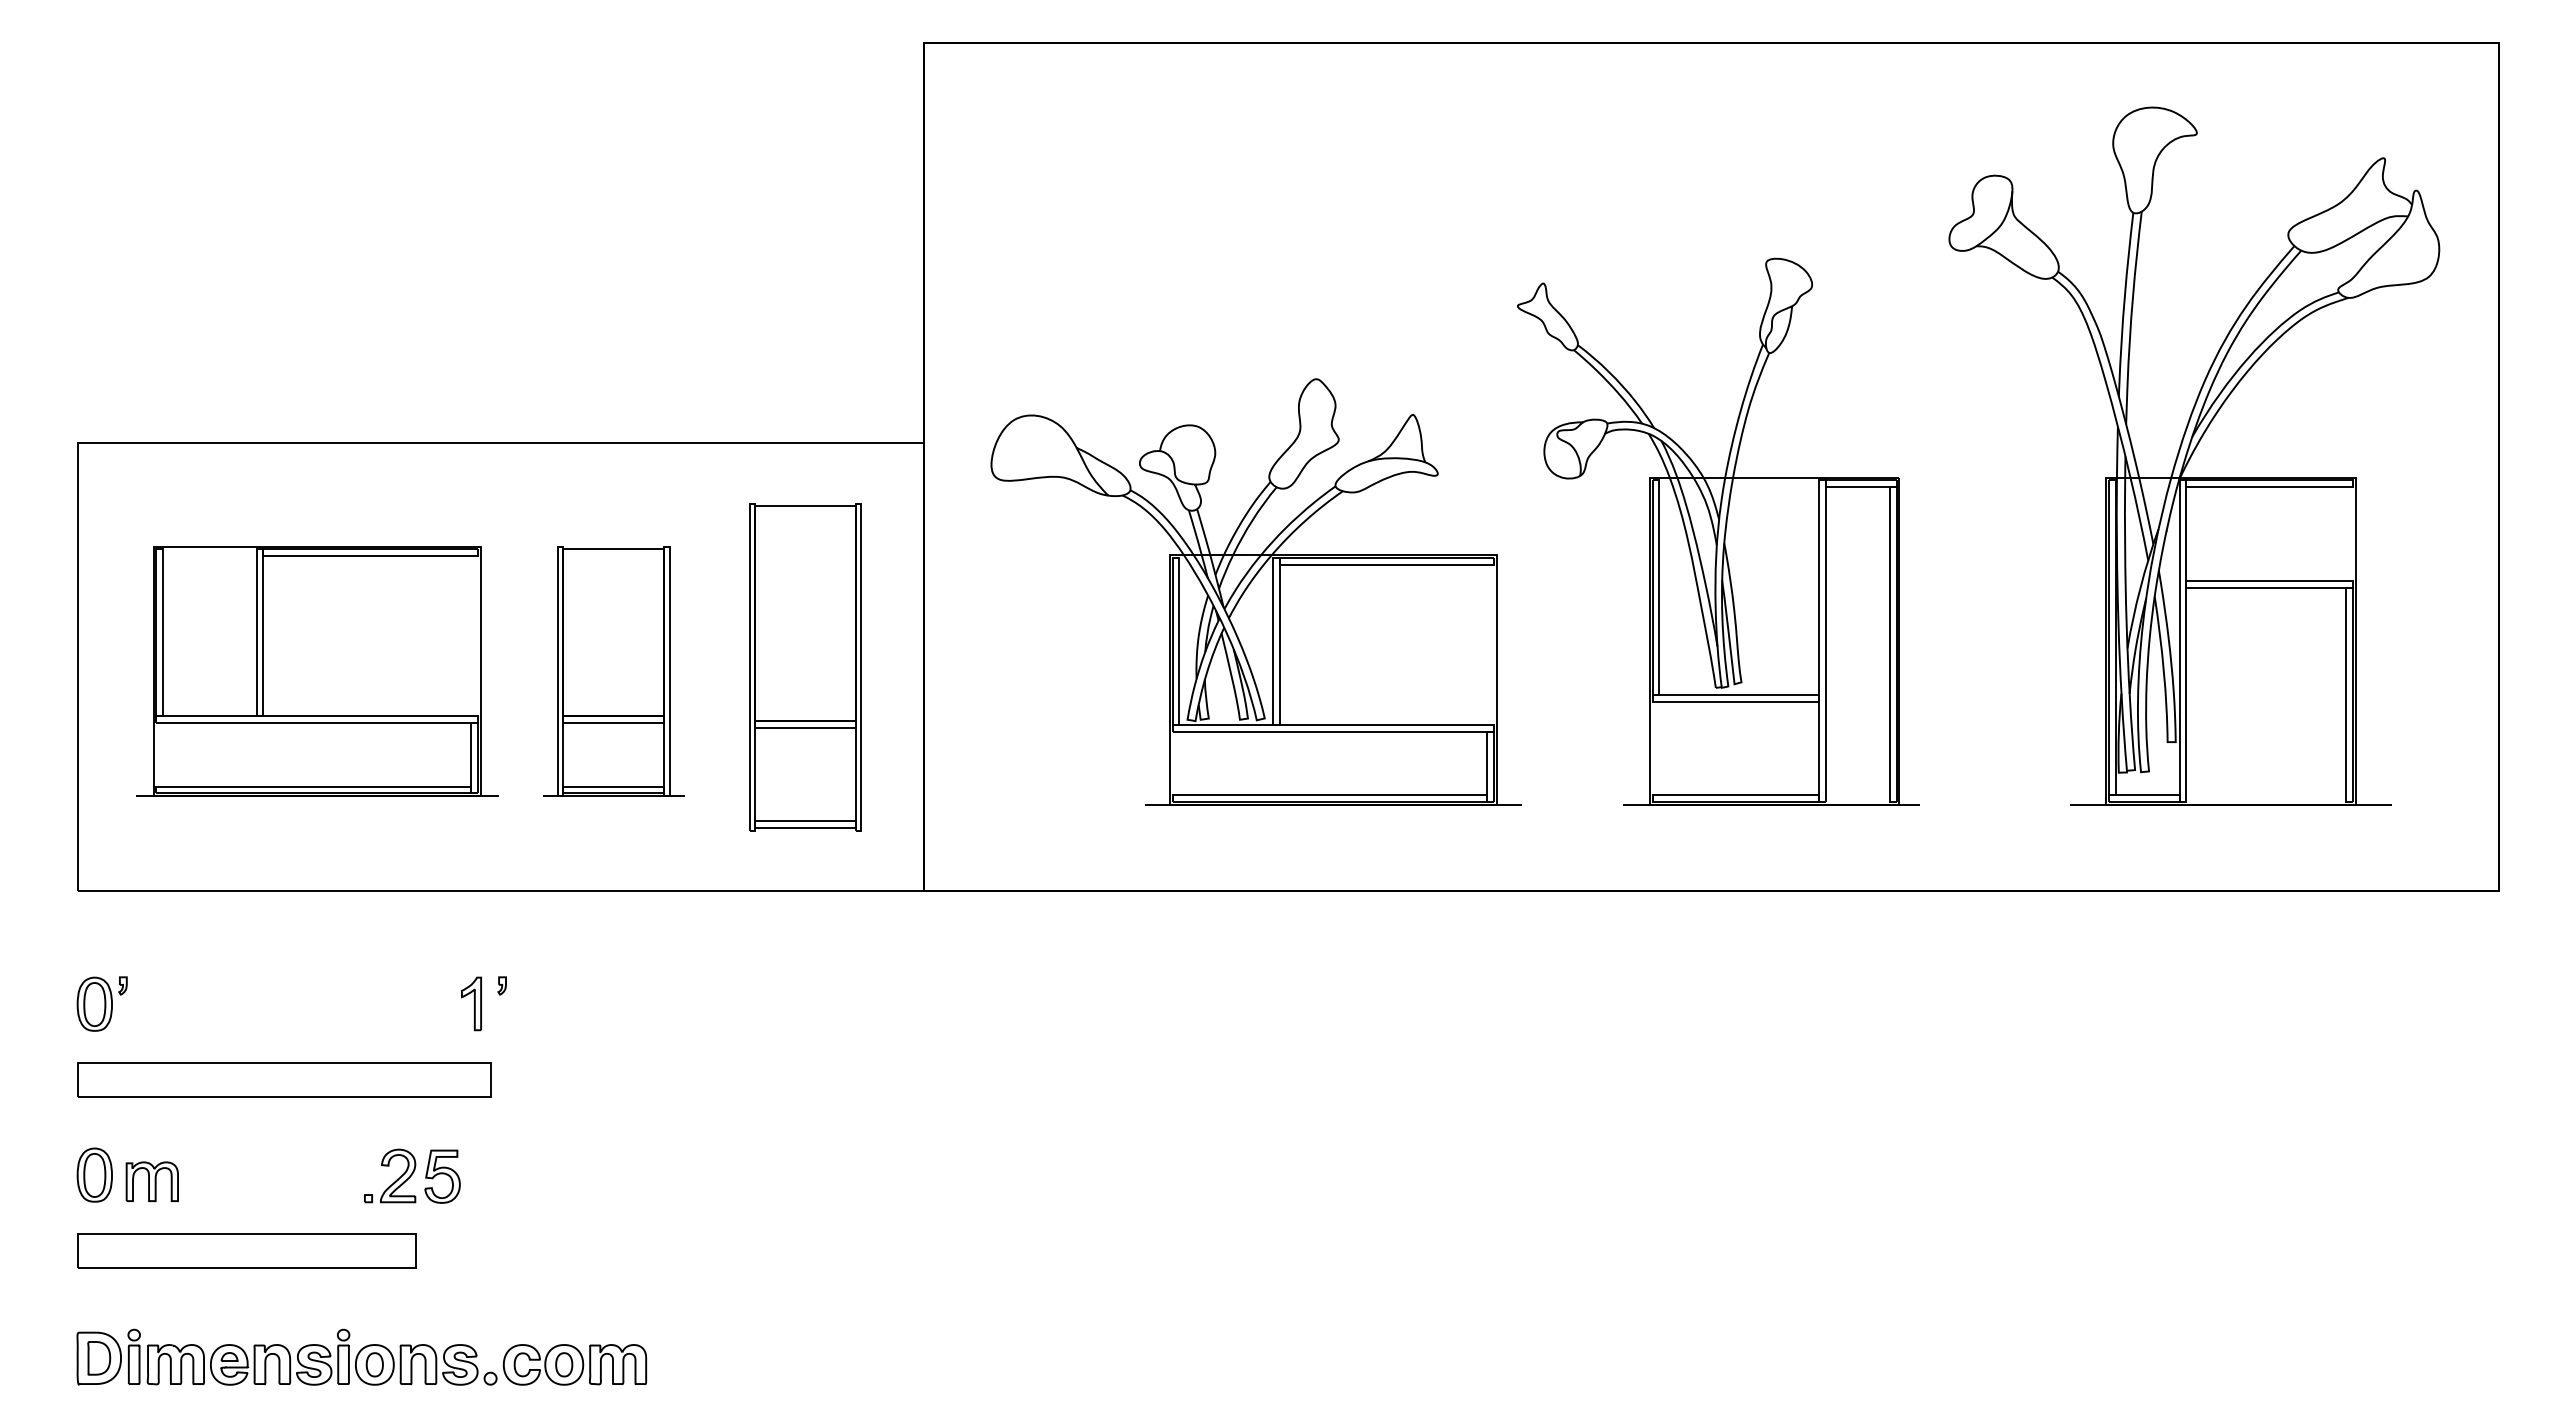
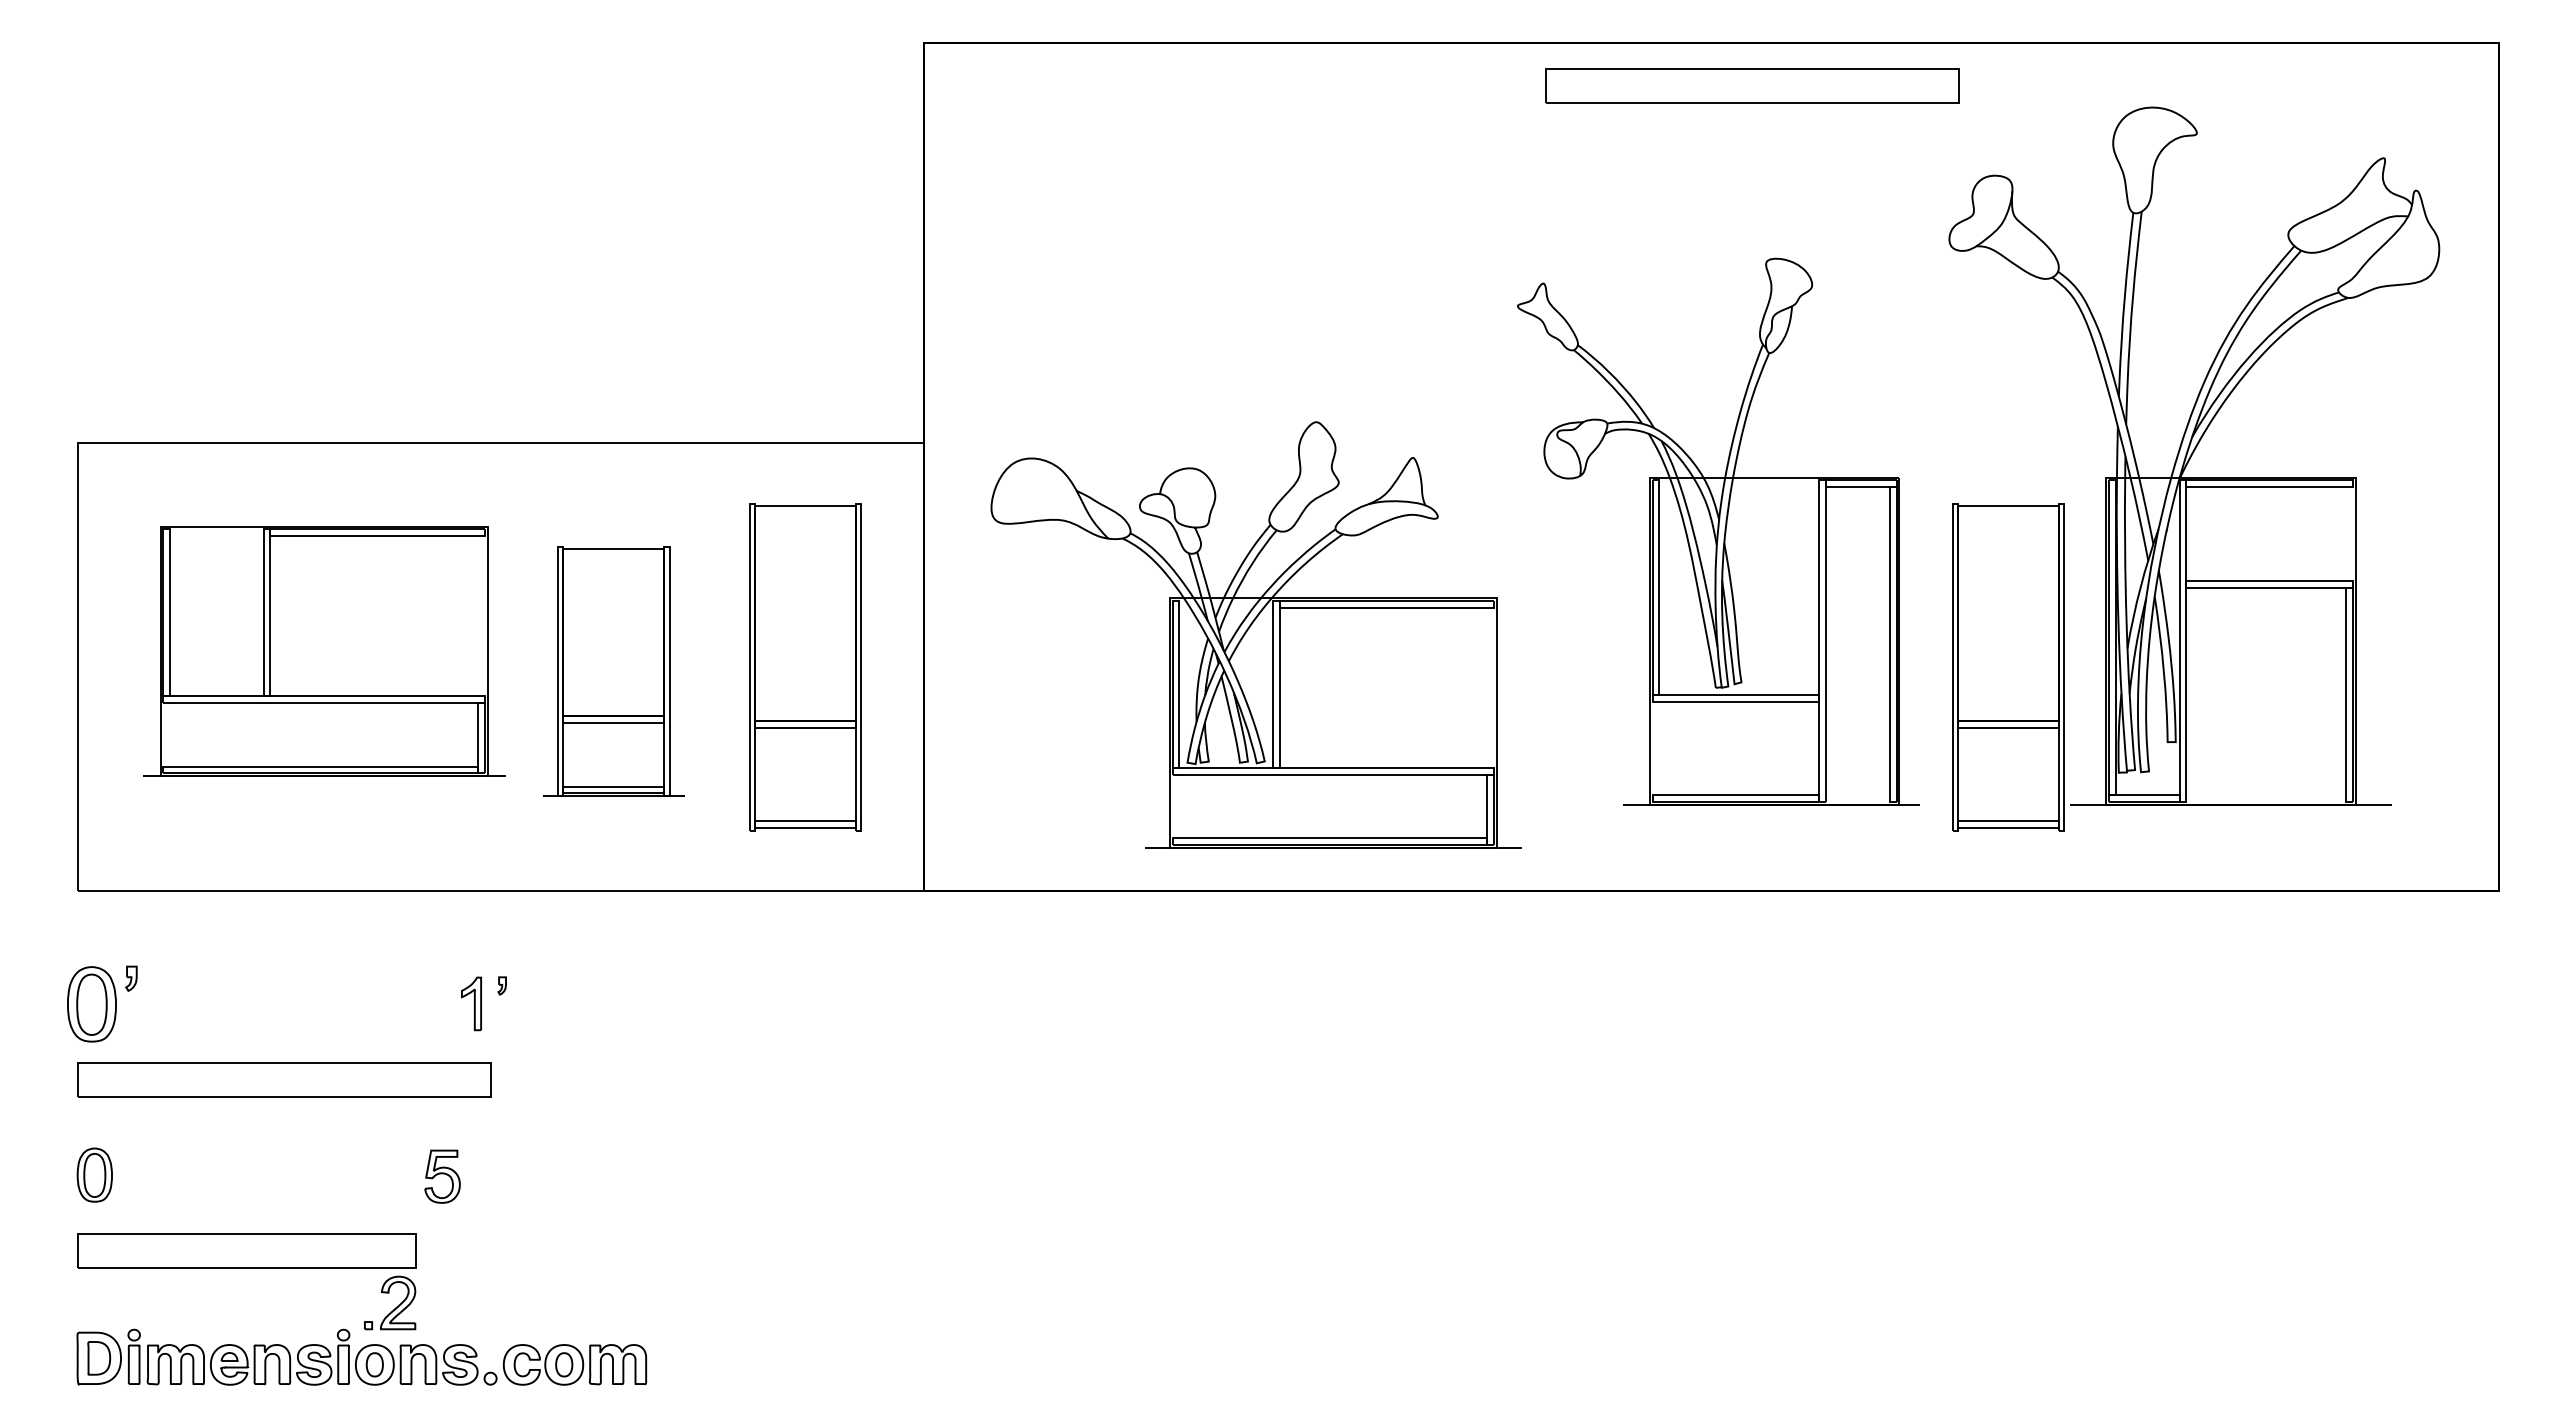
part at (1752, 85): none -> present
part at (1255, 591) position: (1255, 591) -> (1255, 634)
part at (2008, 667): none -> present
part at (317, 671) position: (317, 671) -> (324, 651)
part at (101, 1003) size: 52x56 px -> 71x78 px
part at (395, 1180) position: (395, 1180) -> (395, 1307)
part at (151, 1181): present -> none
